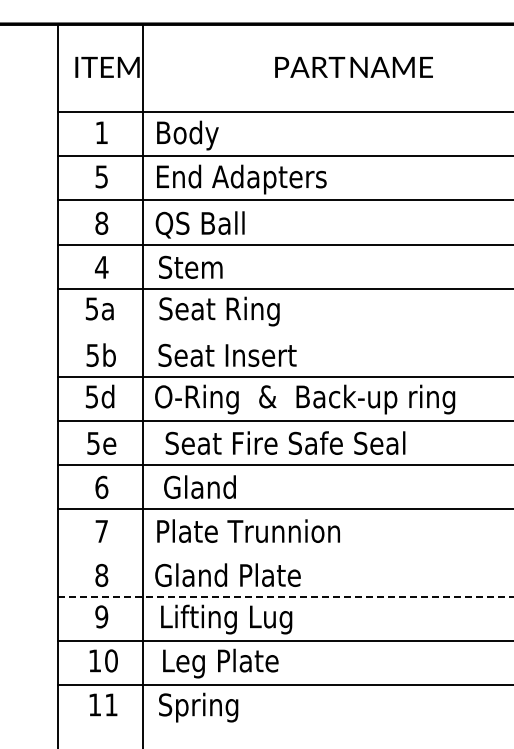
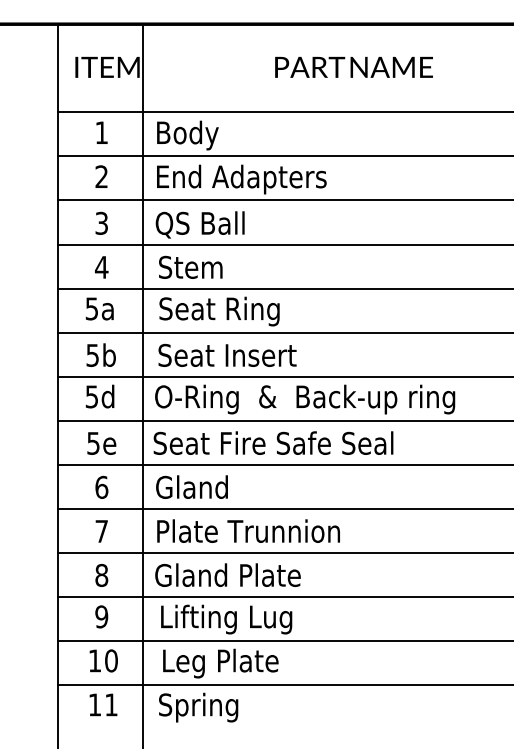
text at (101, 176): 5 -> 2
text at (101, 223): 8 -> 3
line at (284, 332): none -> present
text at (285, 442) position: (285, 442) -> (273, 442)
text at (199, 486) position: (199, 486) -> (191, 486)
line at (284, 552): none -> present
line at (286, 597): dashed -> solid
